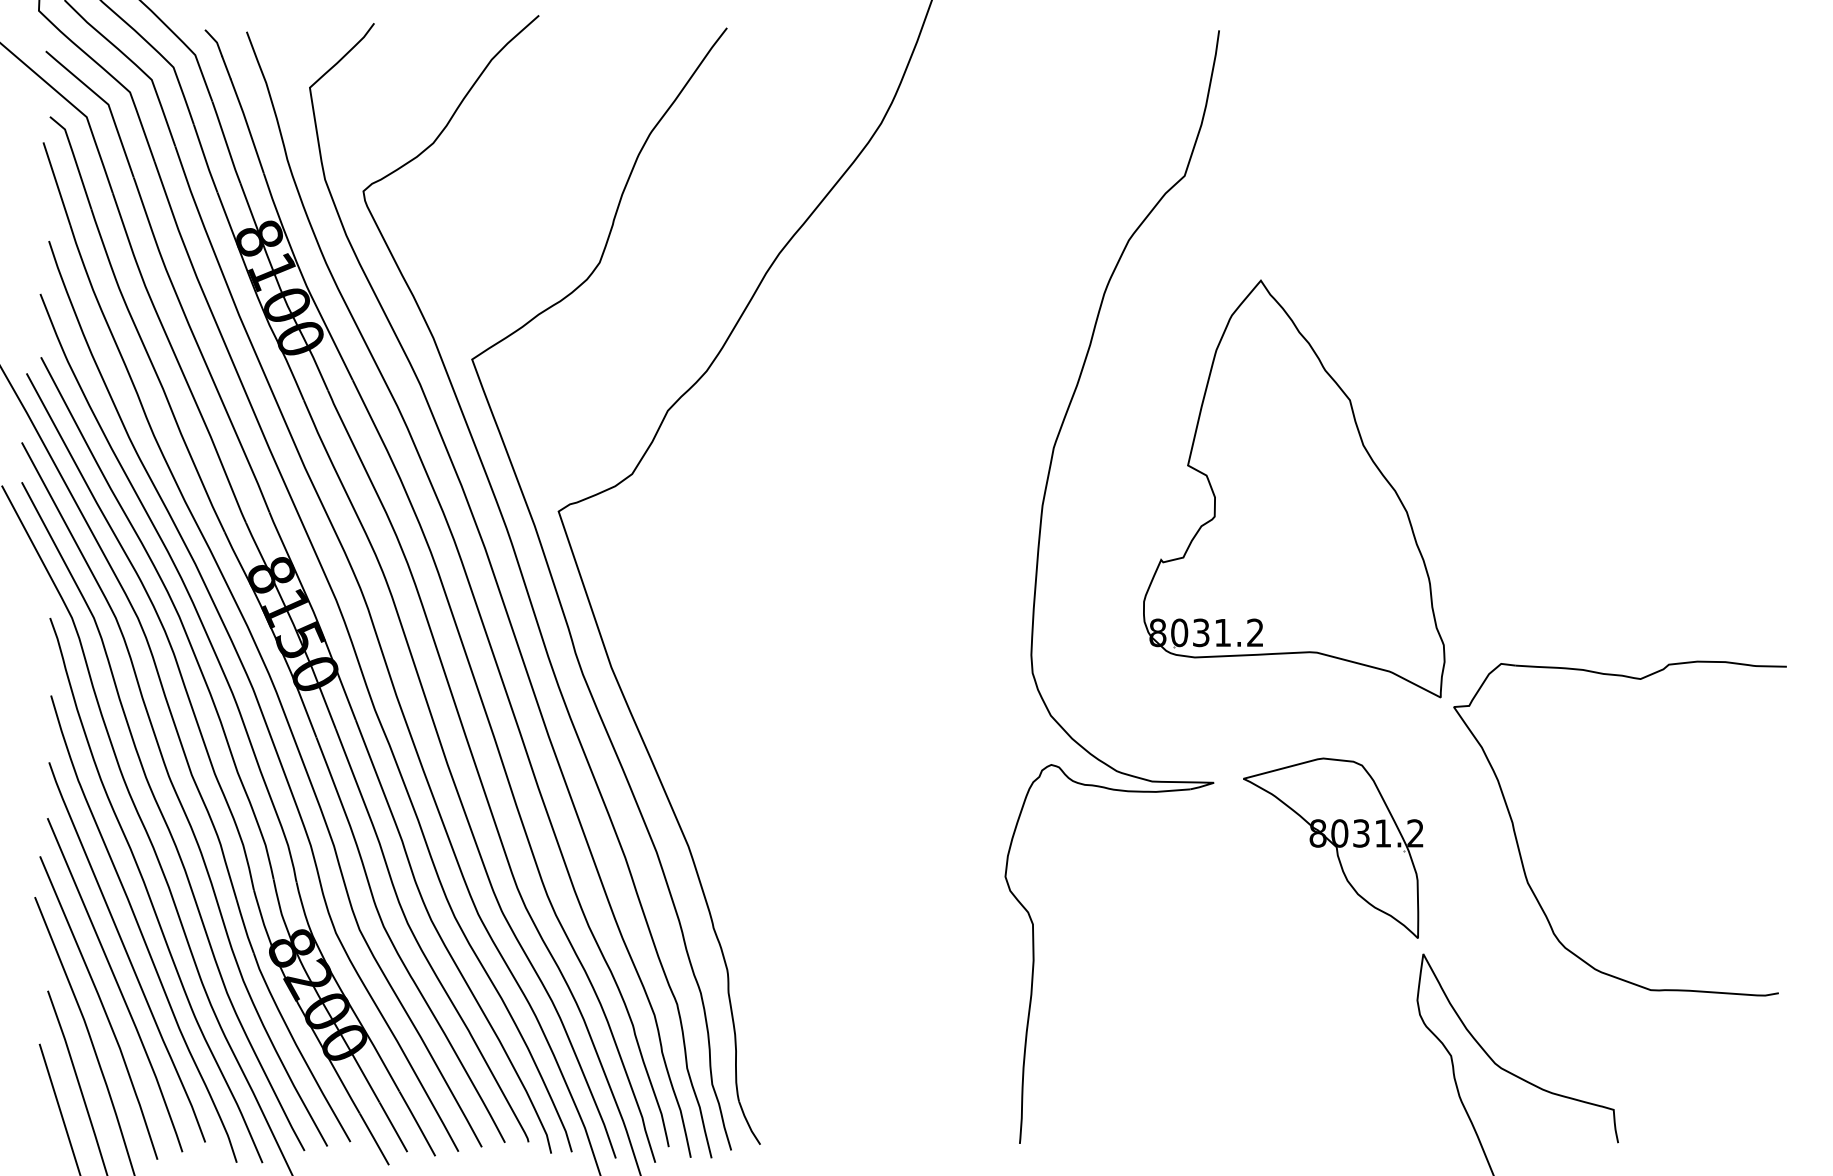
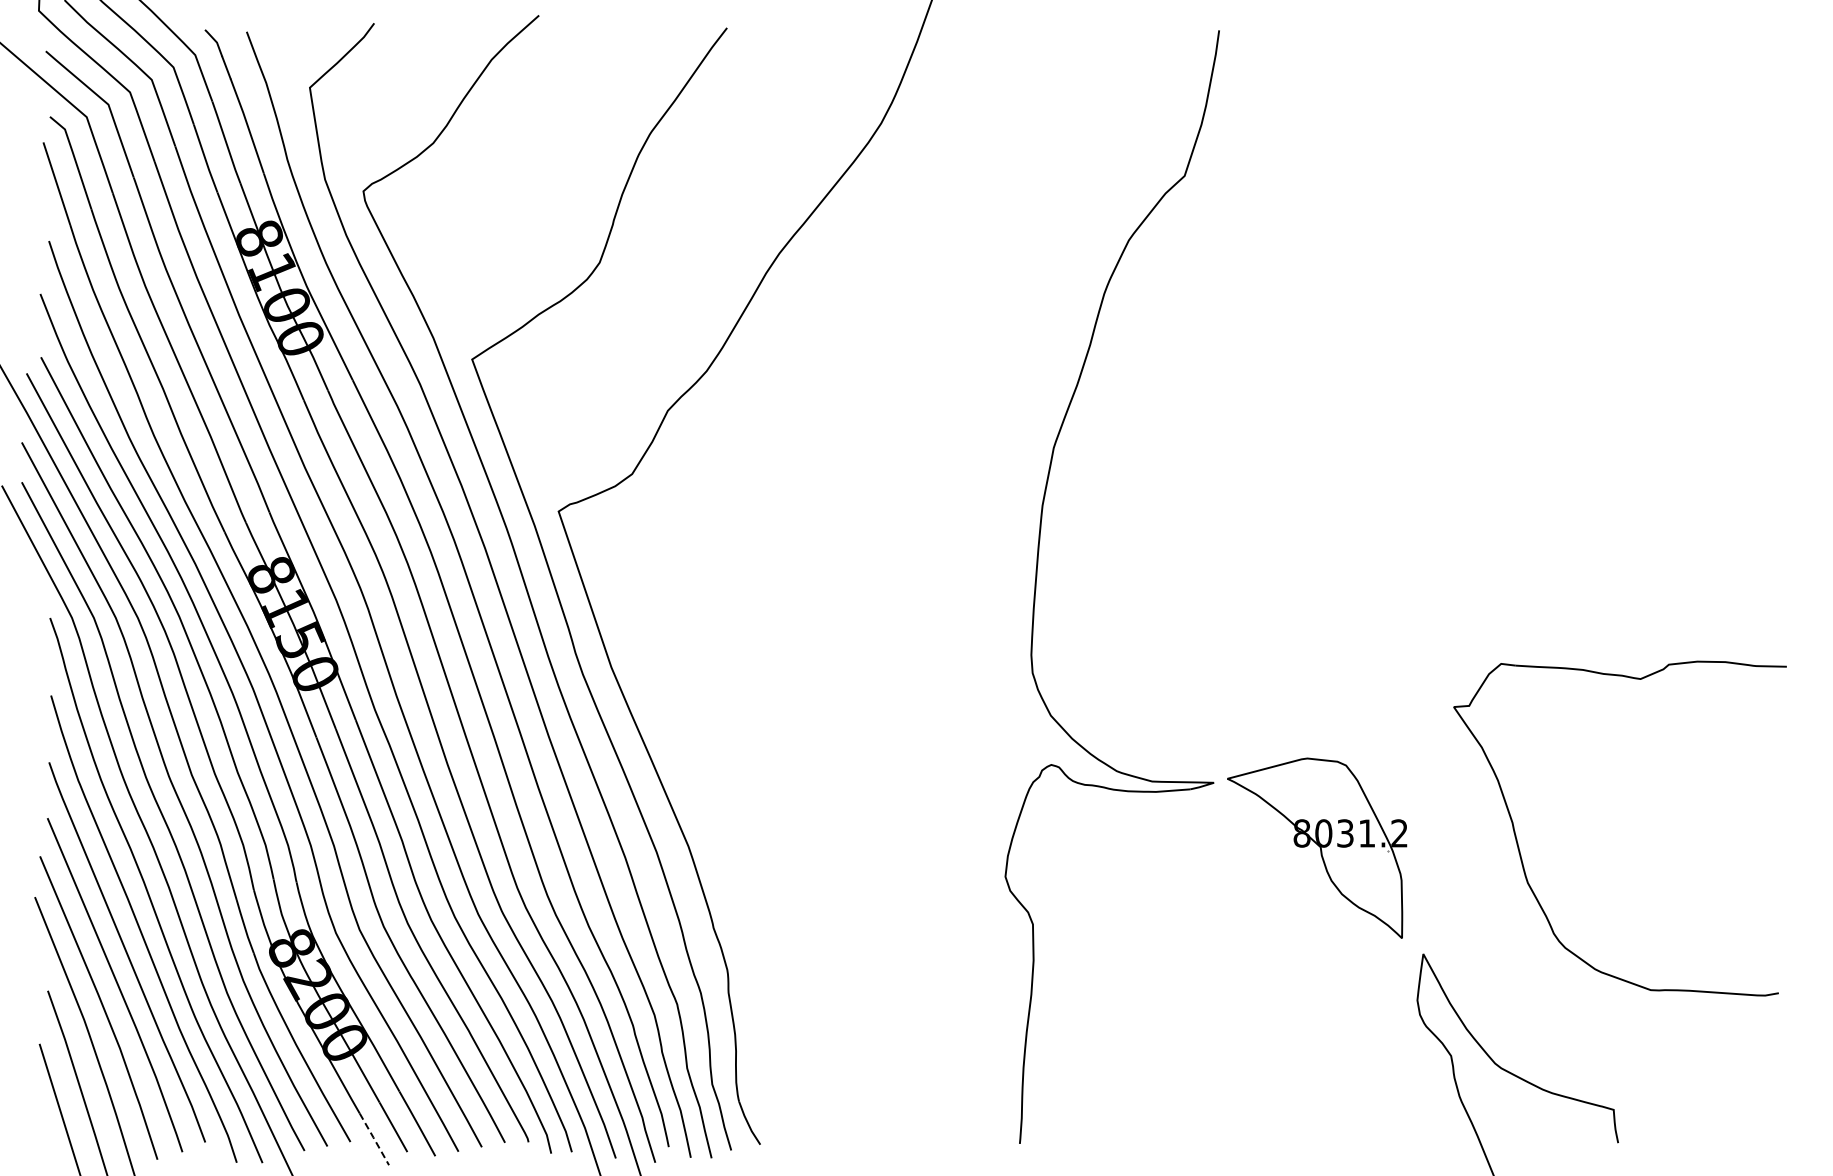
part at (1294, 488): present -> none
part at (1333, 847) position: (1333, 847) -> (1317, 847)
line at (374, 1139): solid -> dashed
